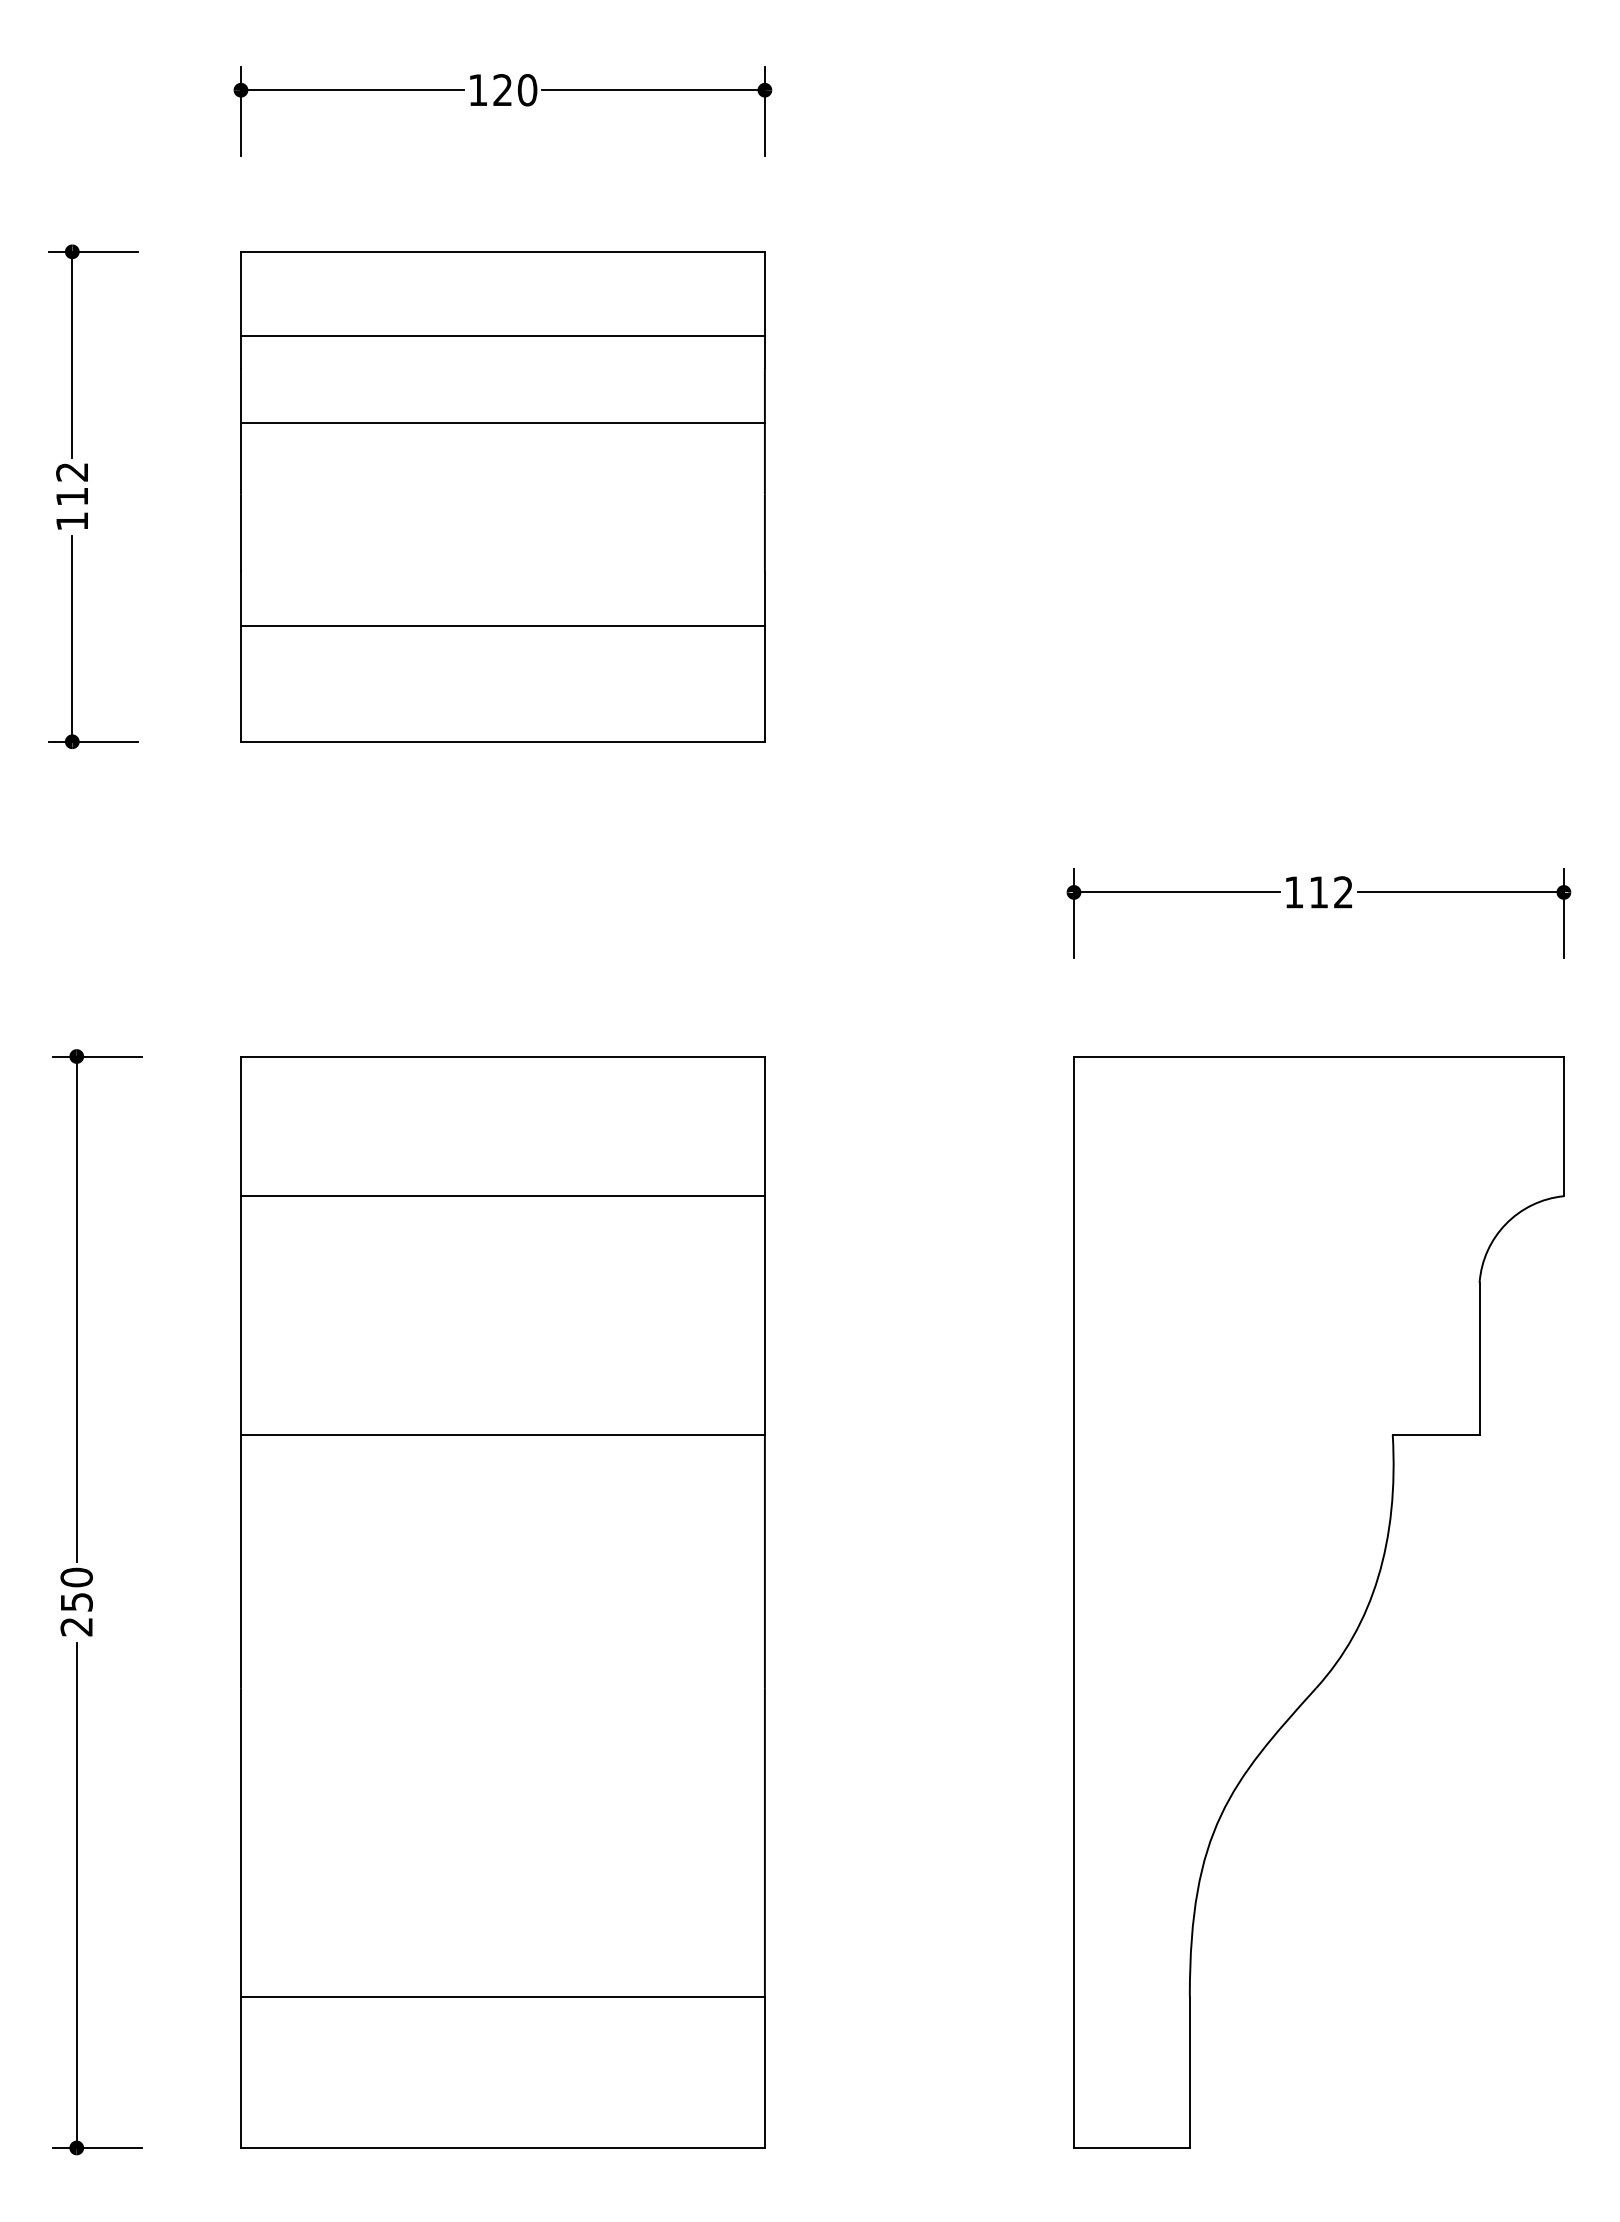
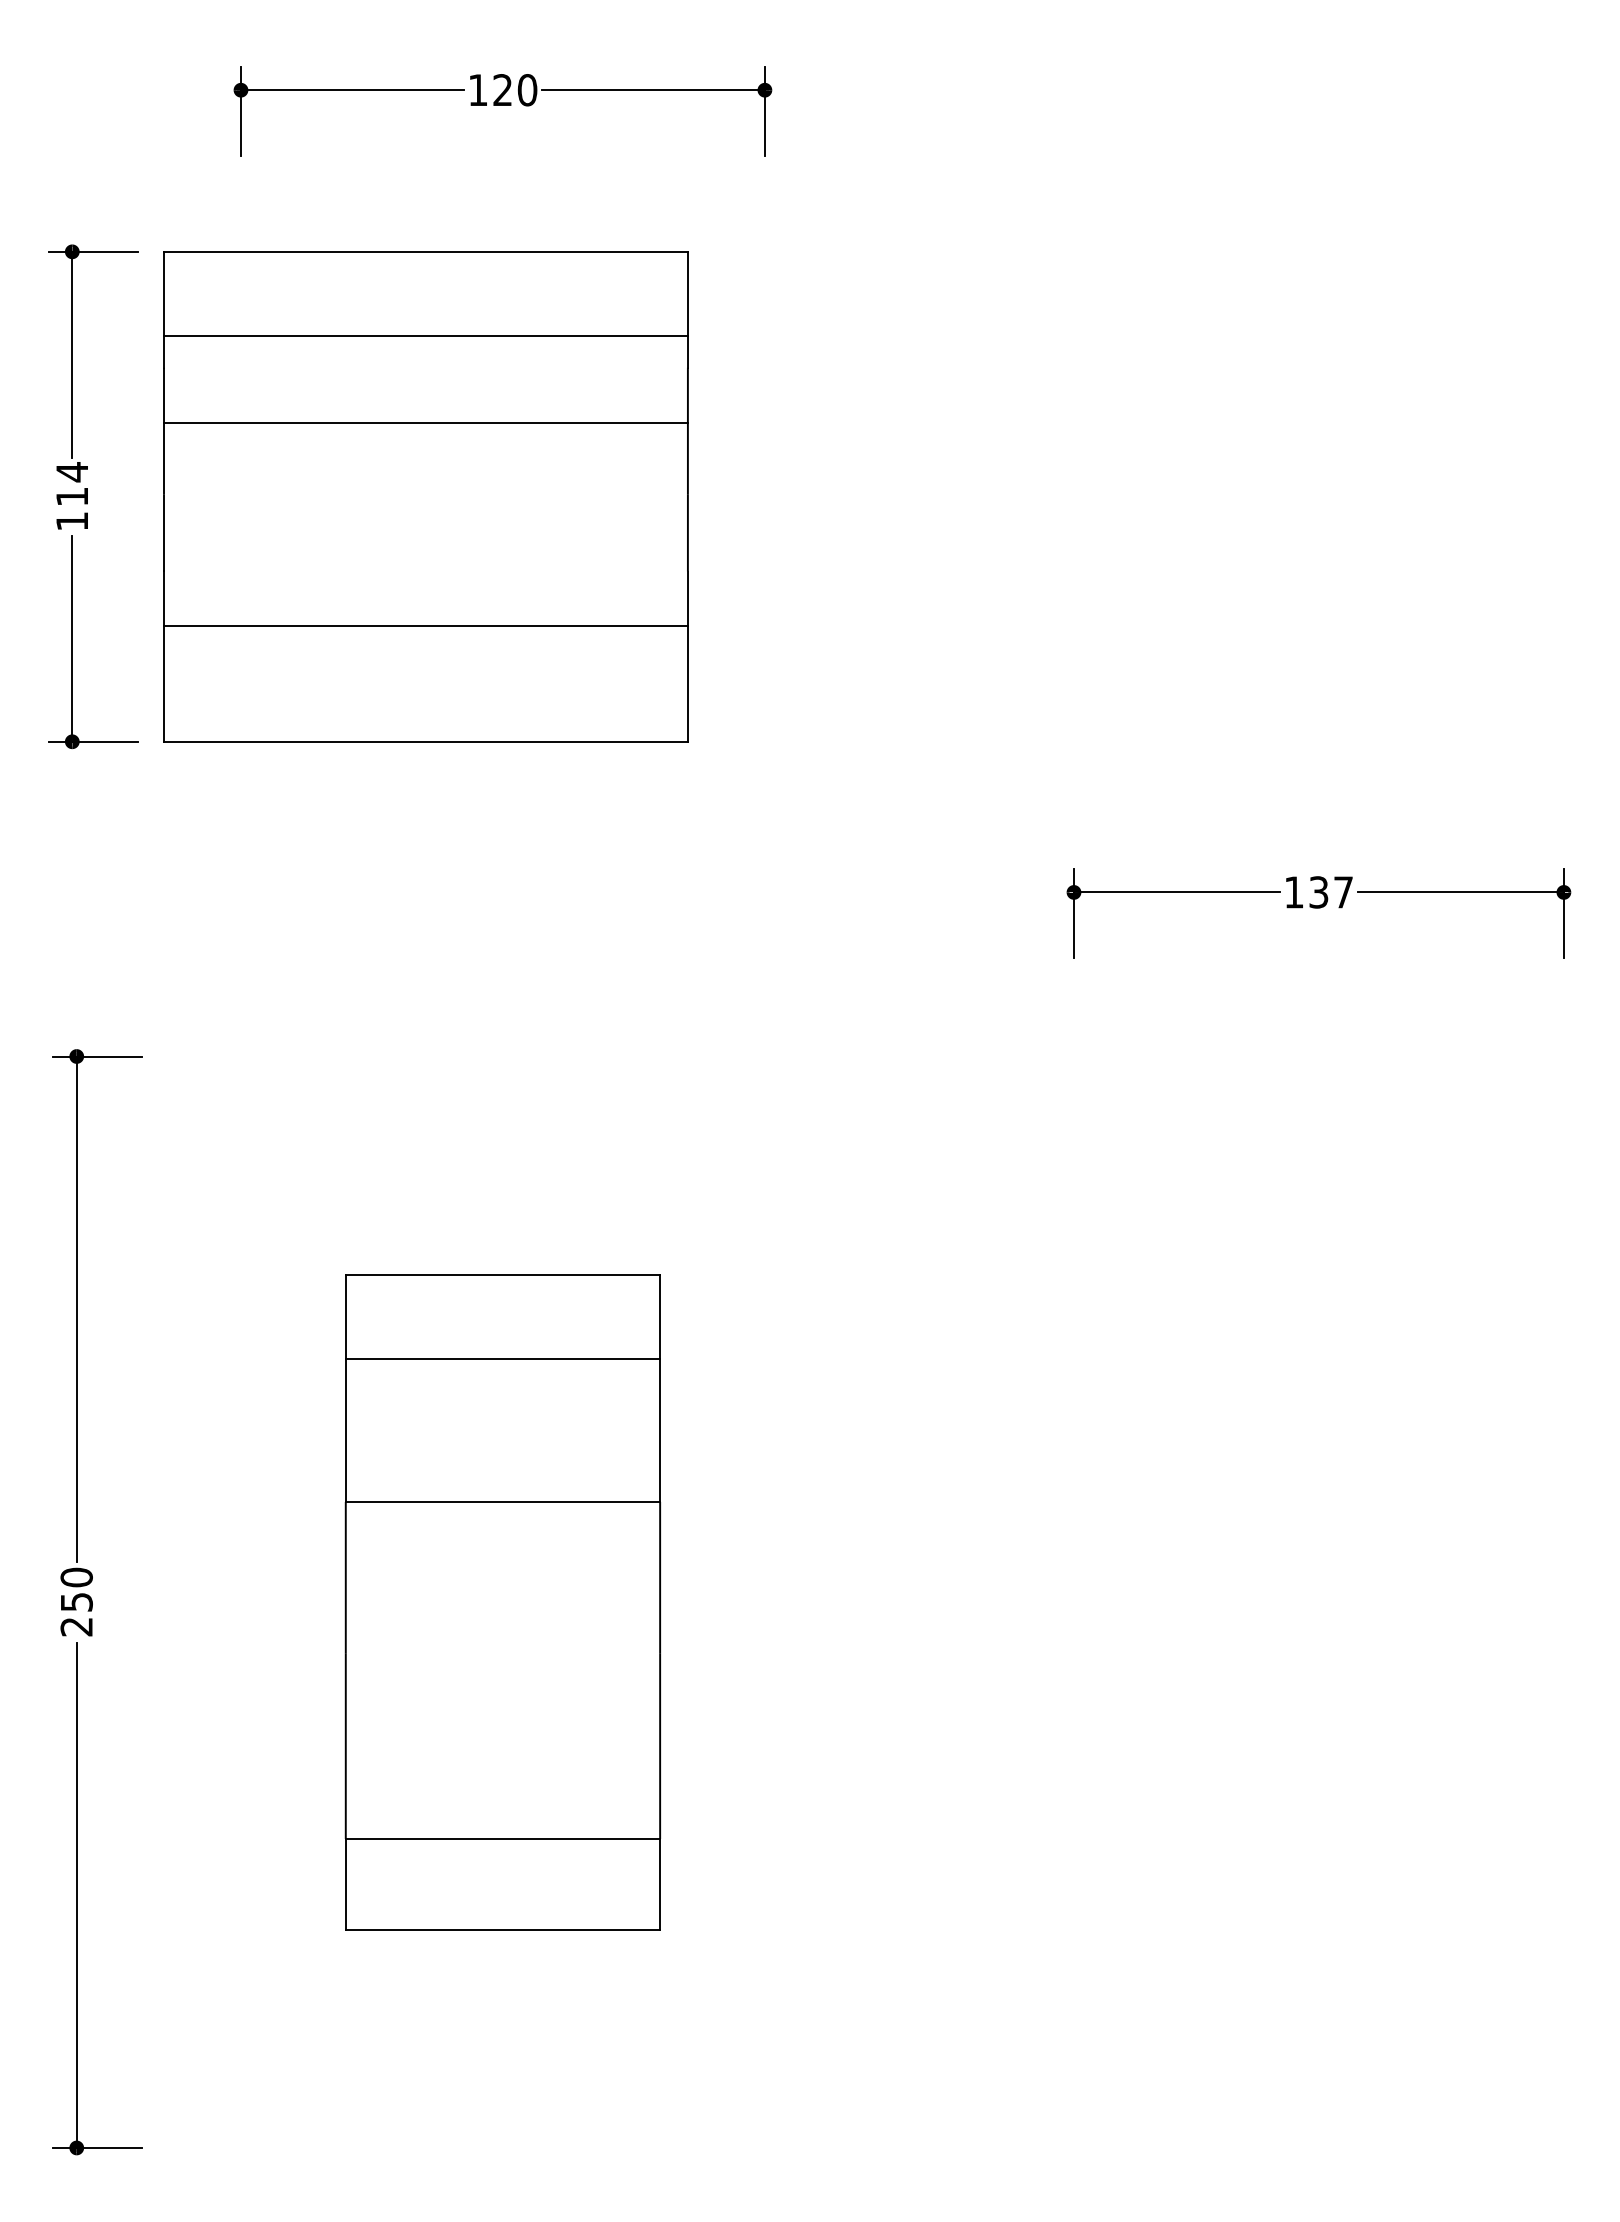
text at (71, 472): 112 -> 114
part at (502, 496) position: (502, 496) -> (425, 496)
text at (1330, 892): 112 -> 137
part at (502, 1602) size: 526x1093 px -> 317x657 px
part at (1318, 1602): present -> none
